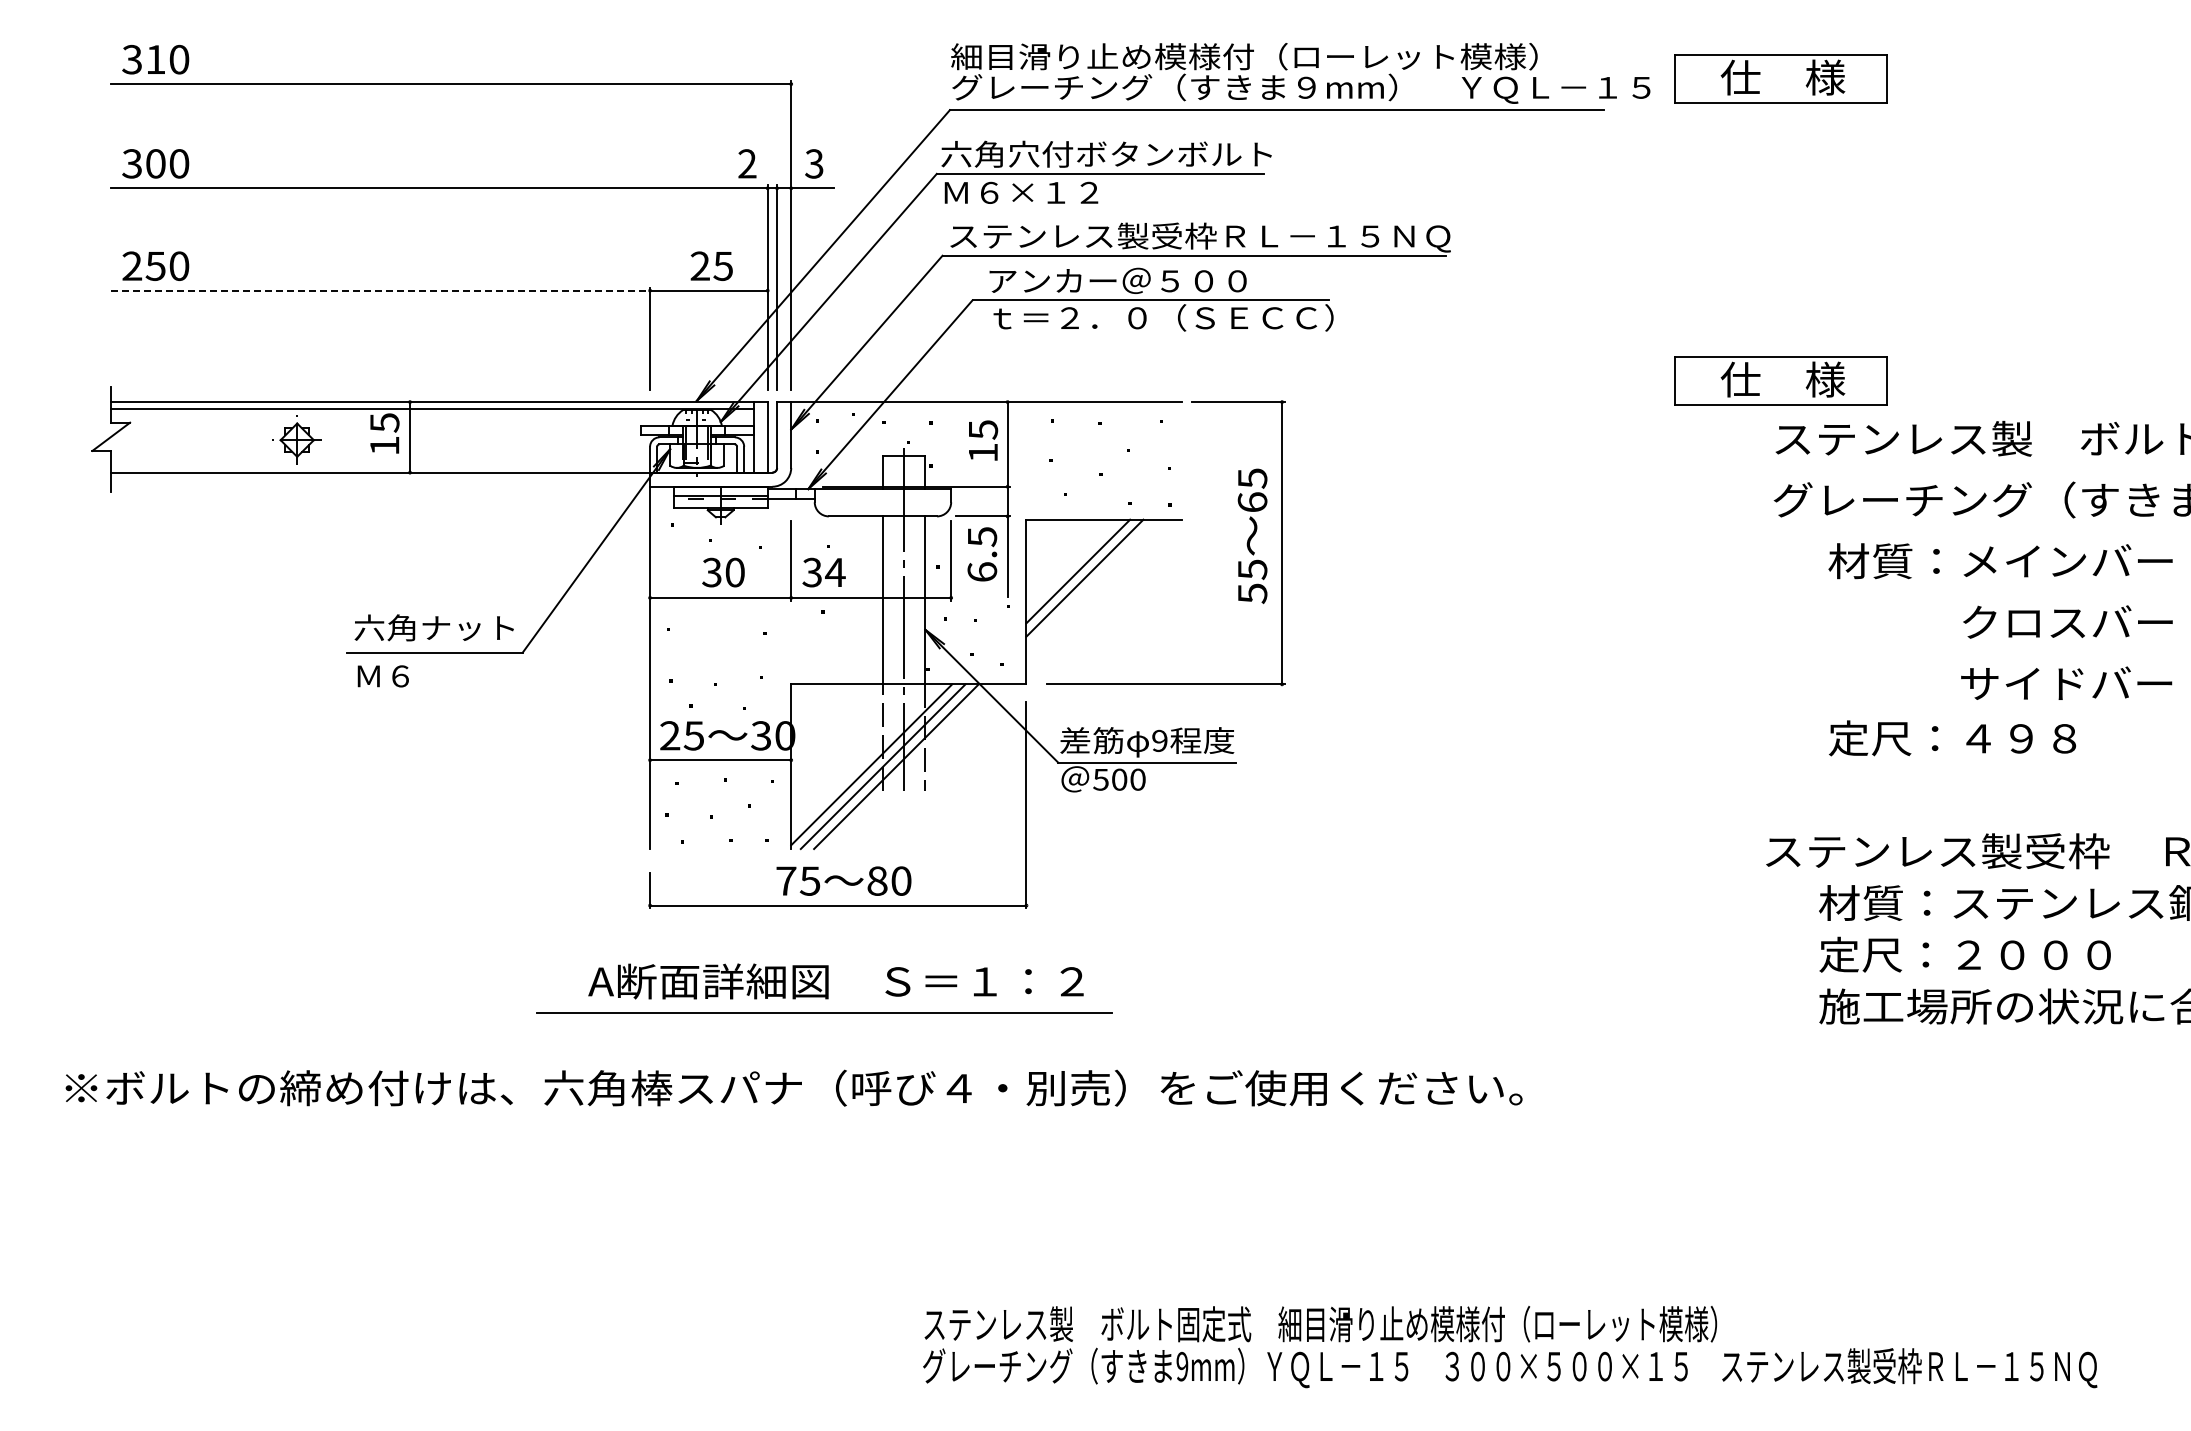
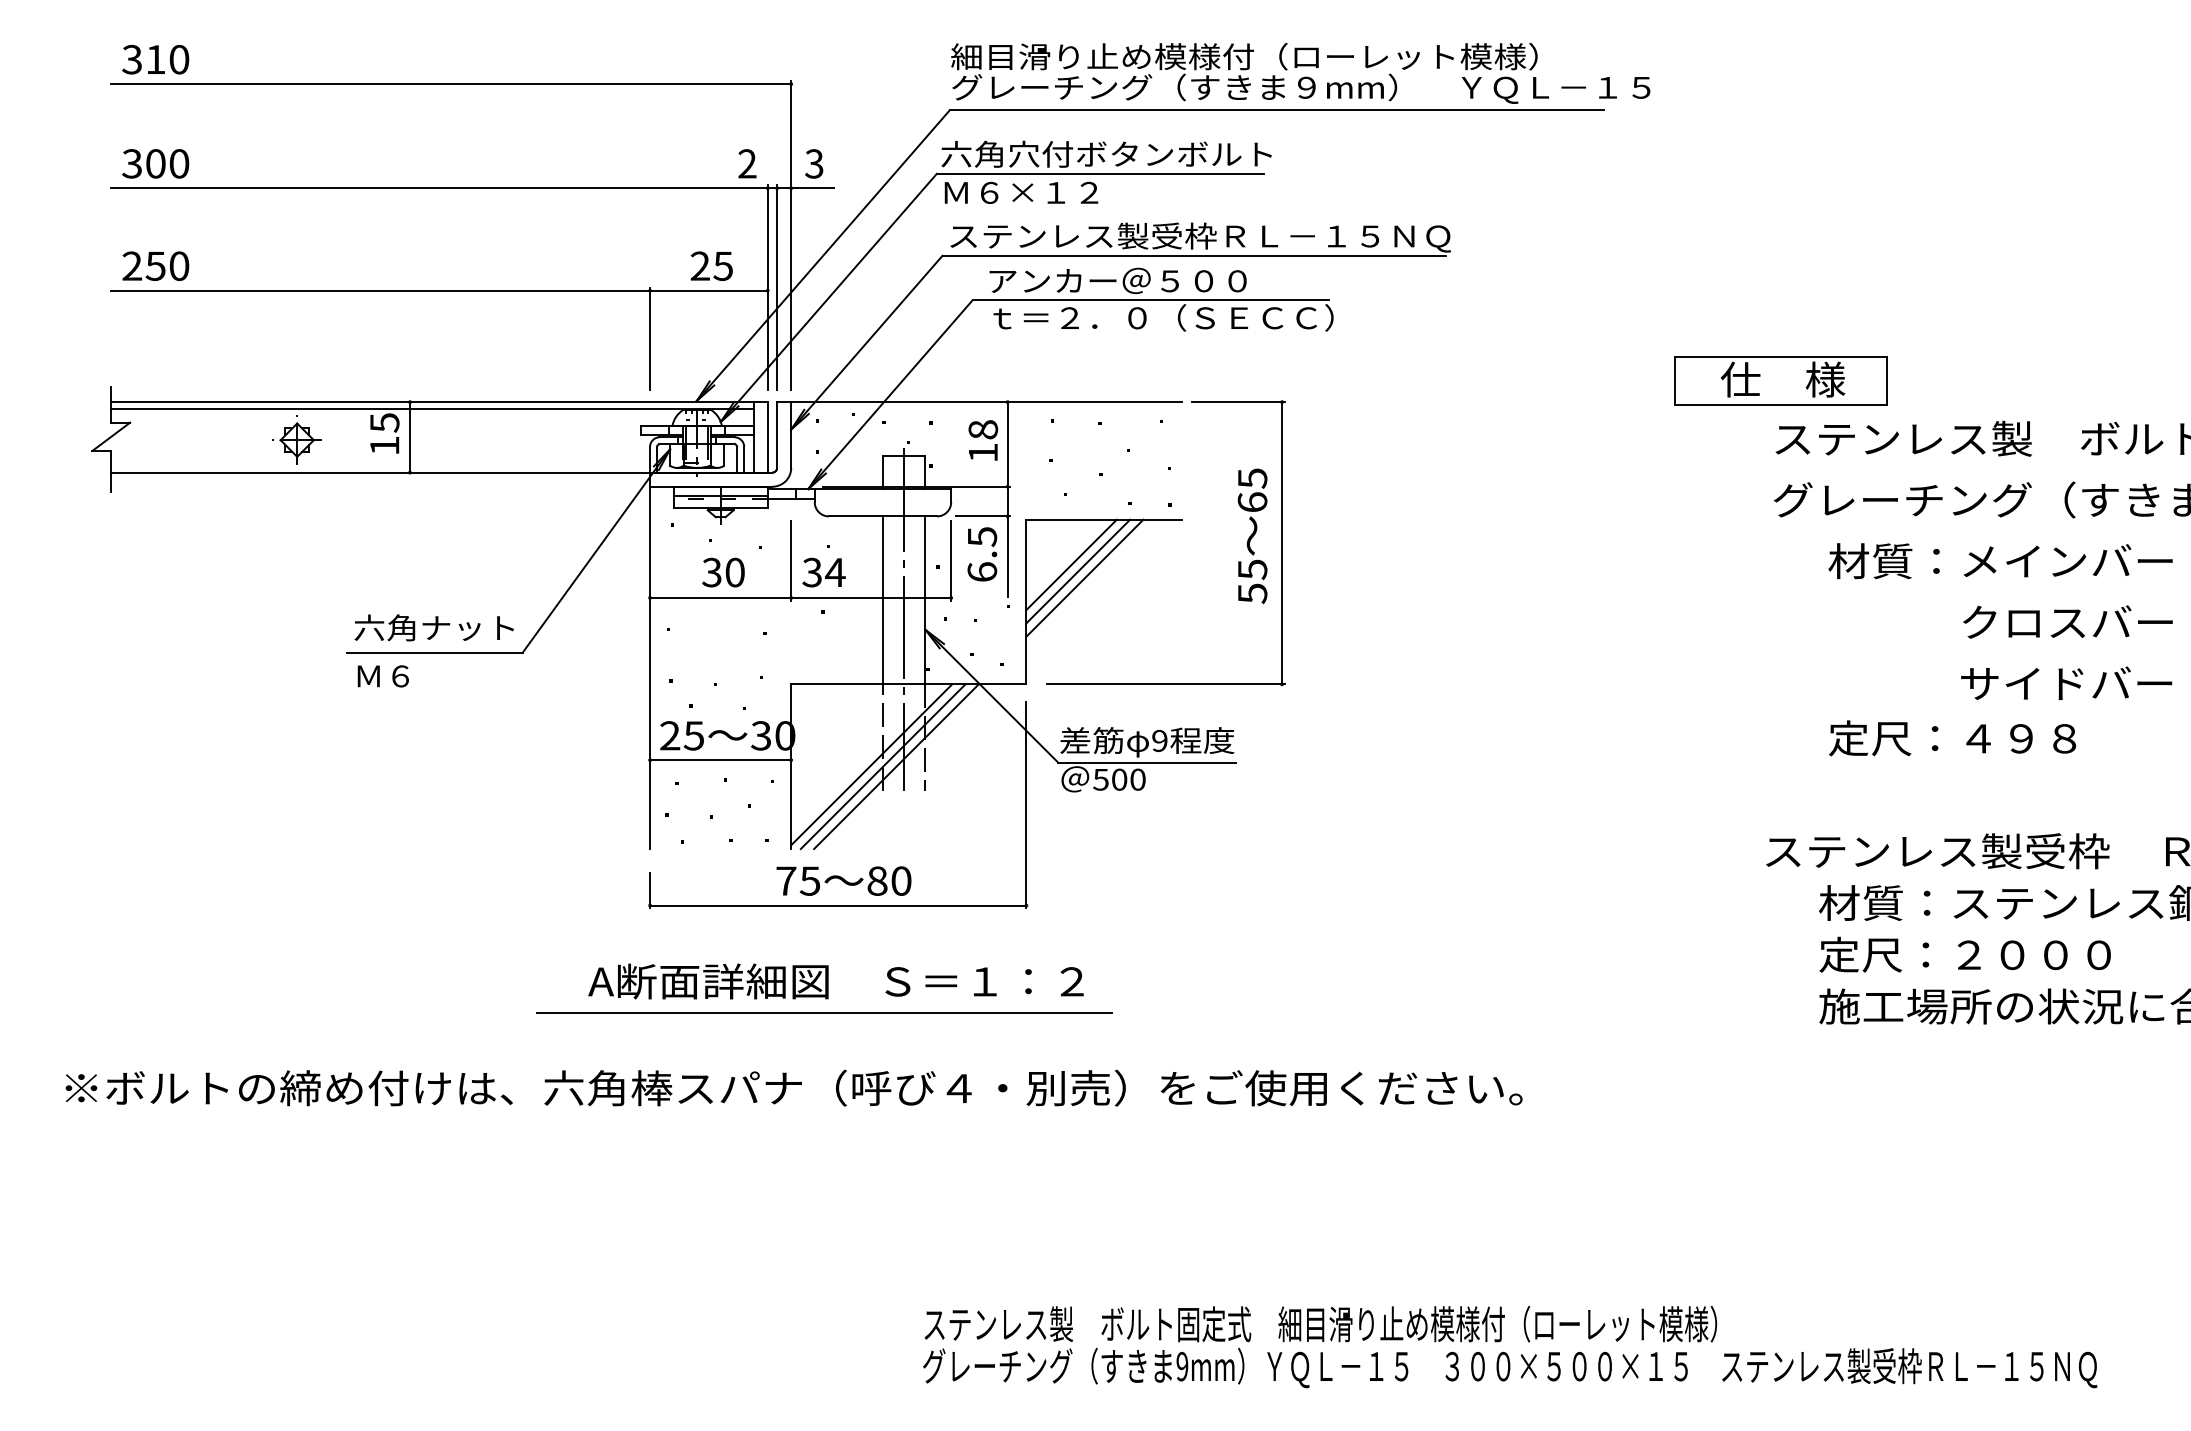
part at (1780, 78): present -> none
line at (381, 290): dashed -> solid
text at (982, 429): 15 -> 18
line at (1071, 564): none -> present
